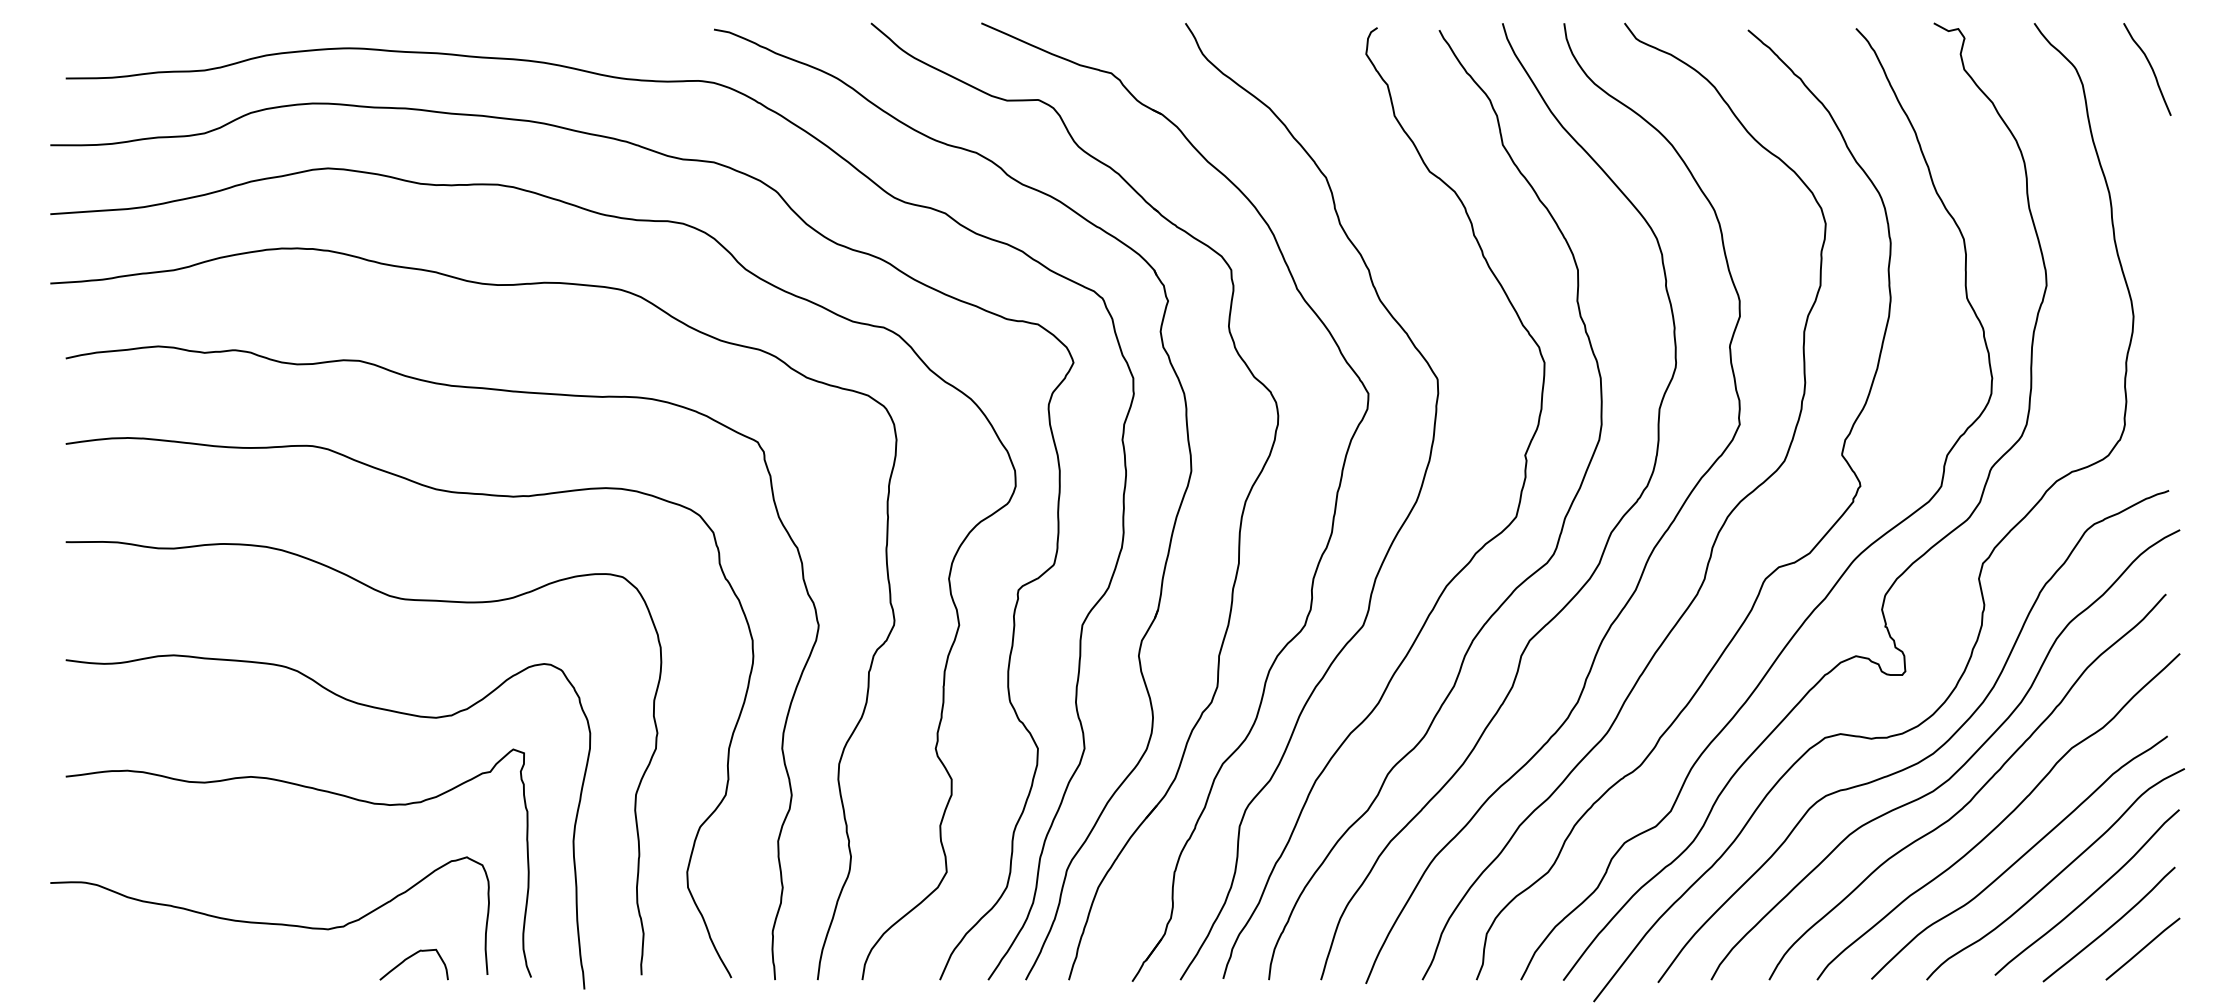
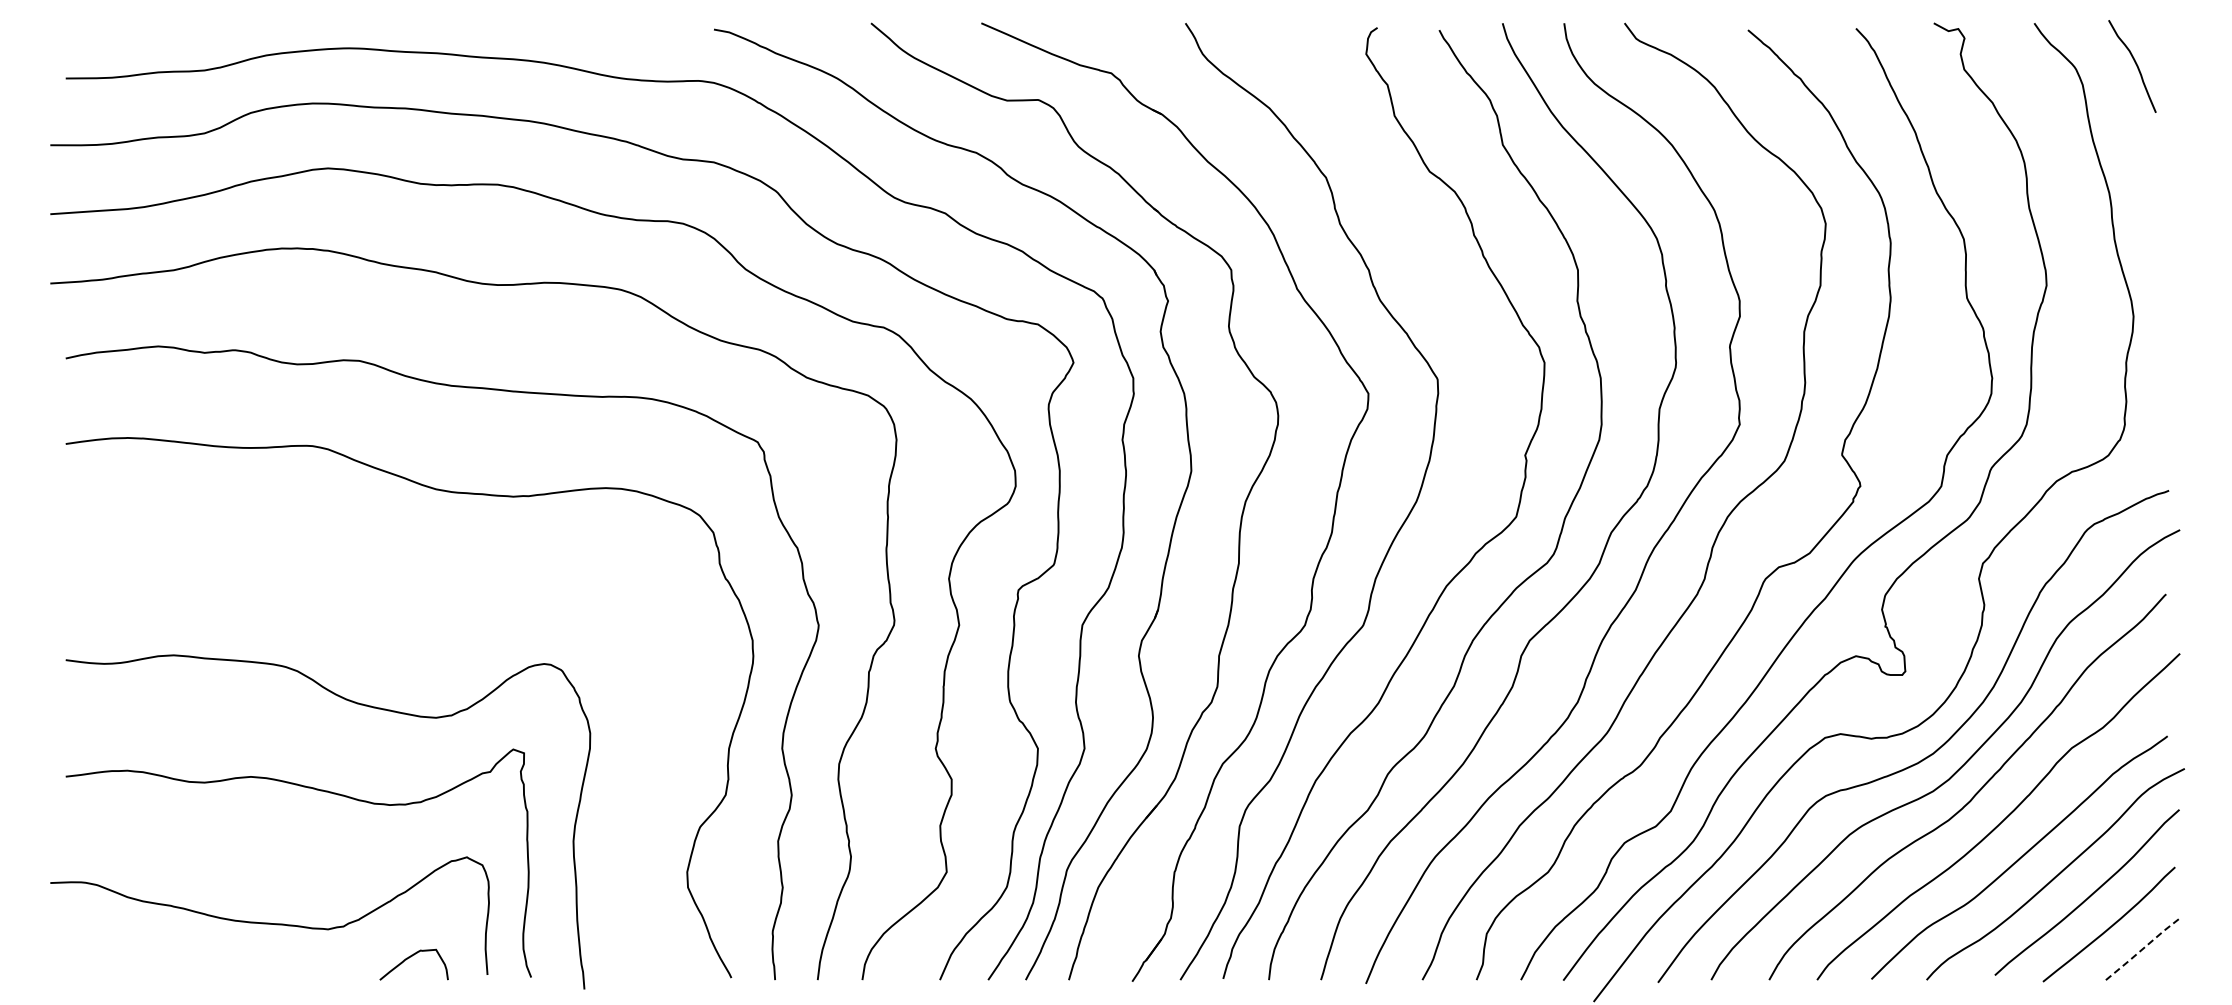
curve at (2150, 67) position: (2150, 67) -> (2135, 64)
curve at (399, 599): present -> none
line at (2143, 948): solid -> dashed
